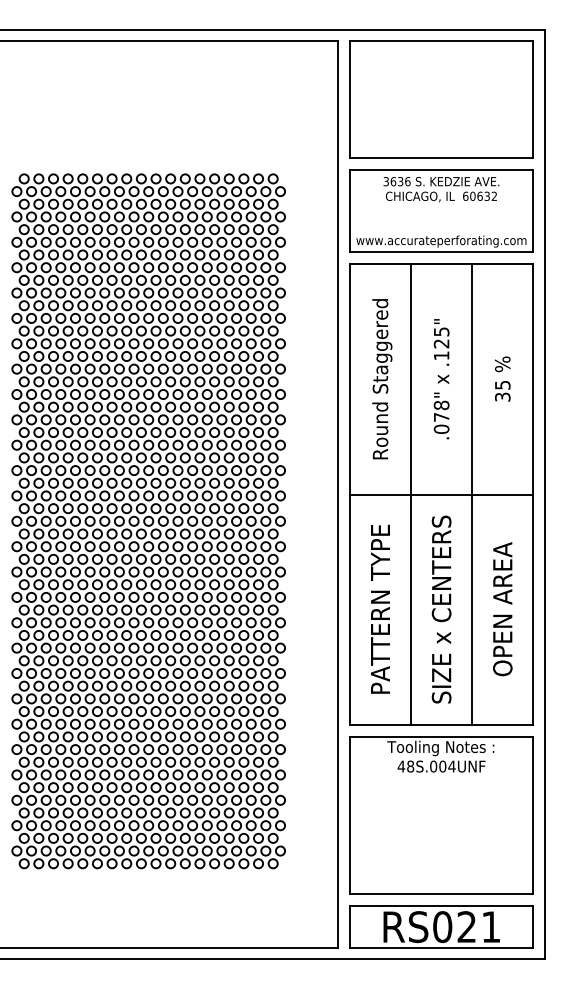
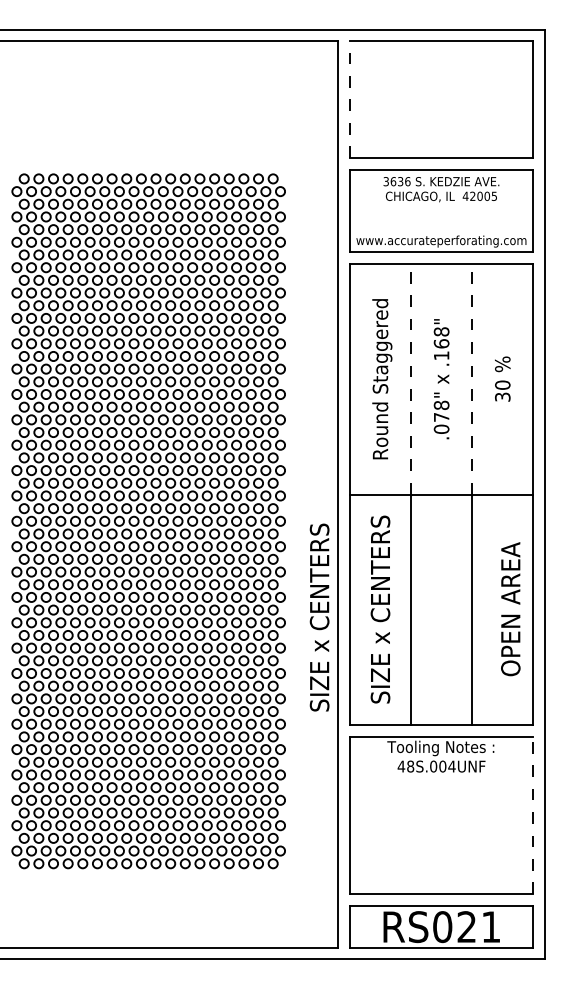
line at (349, 99): solid -> dashed
text at (479, 195): 60632 -> 42005
text at (441, 337): .125" -> .168"
line at (411, 378): solid -> dashed
line at (472, 378): solid -> dashed
text at (502, 384): 35 -> 30
text at (380, 609): PATTERN TYPE -> SIZE x CENTERS
text at (441, 609) position: (441, 609) -> (319, 617)
text at (502, 609) position: (502, 609) -> (510, 609)
line at (533, 815): solid -> dashed
